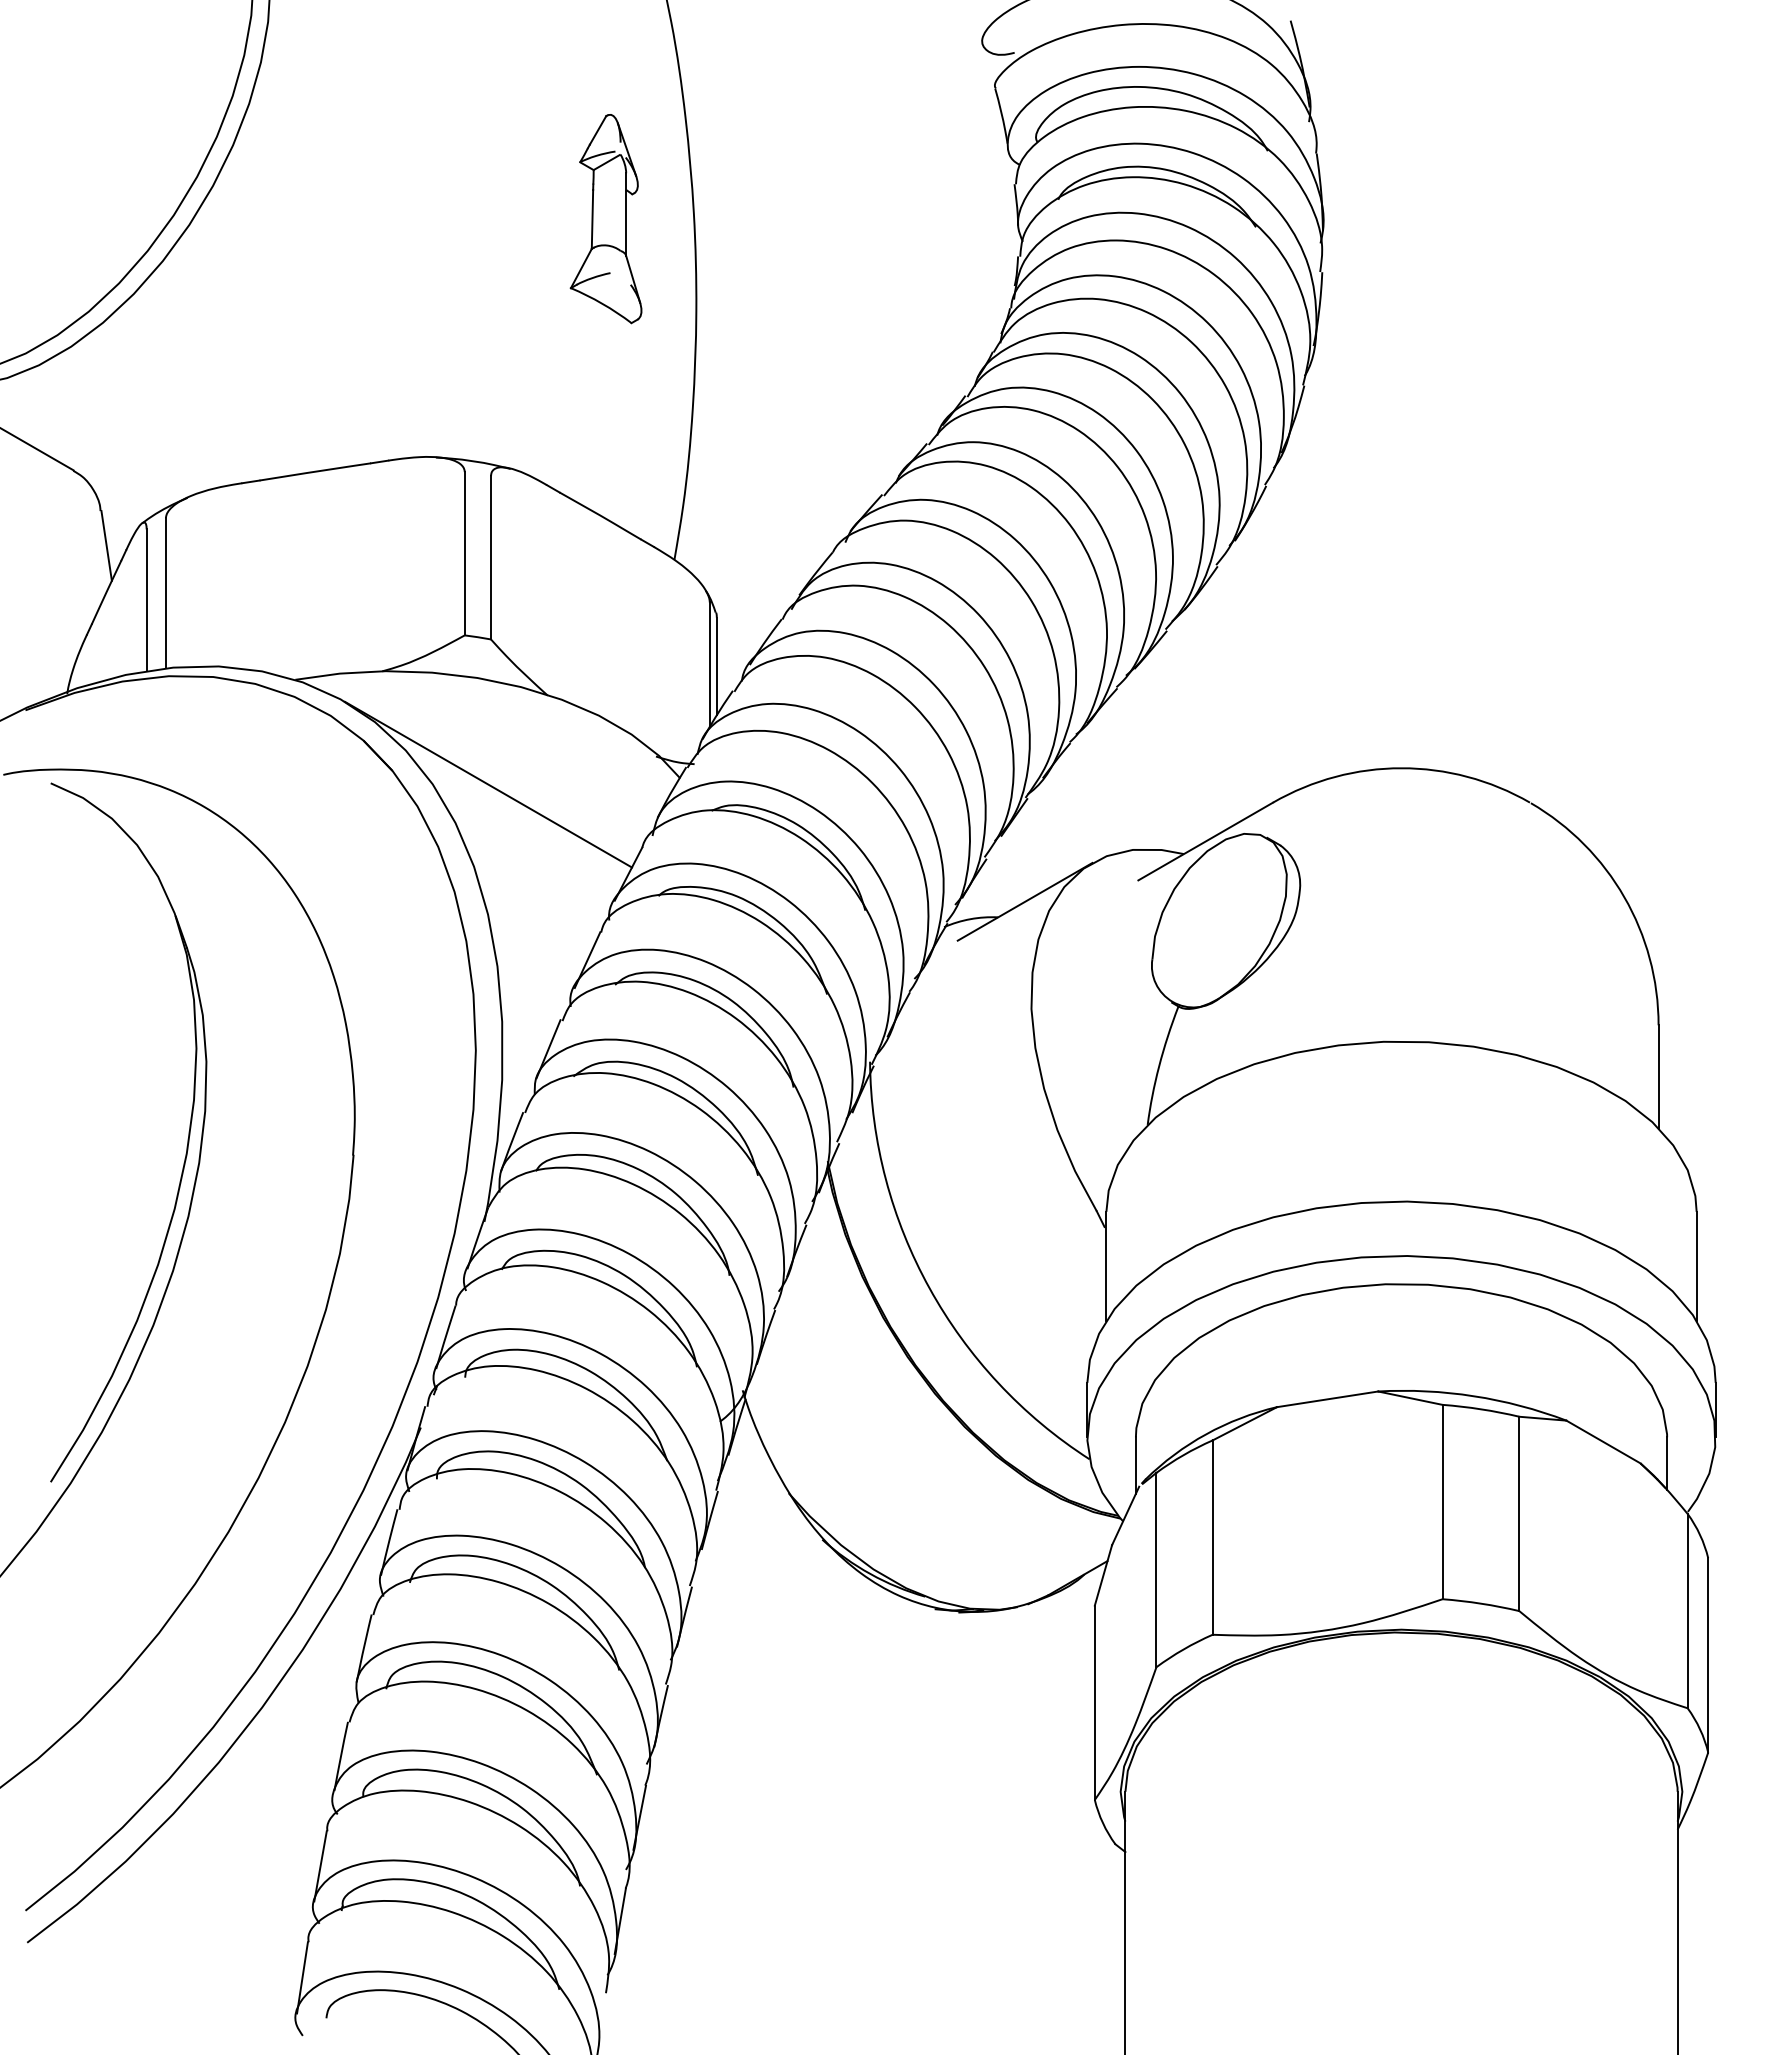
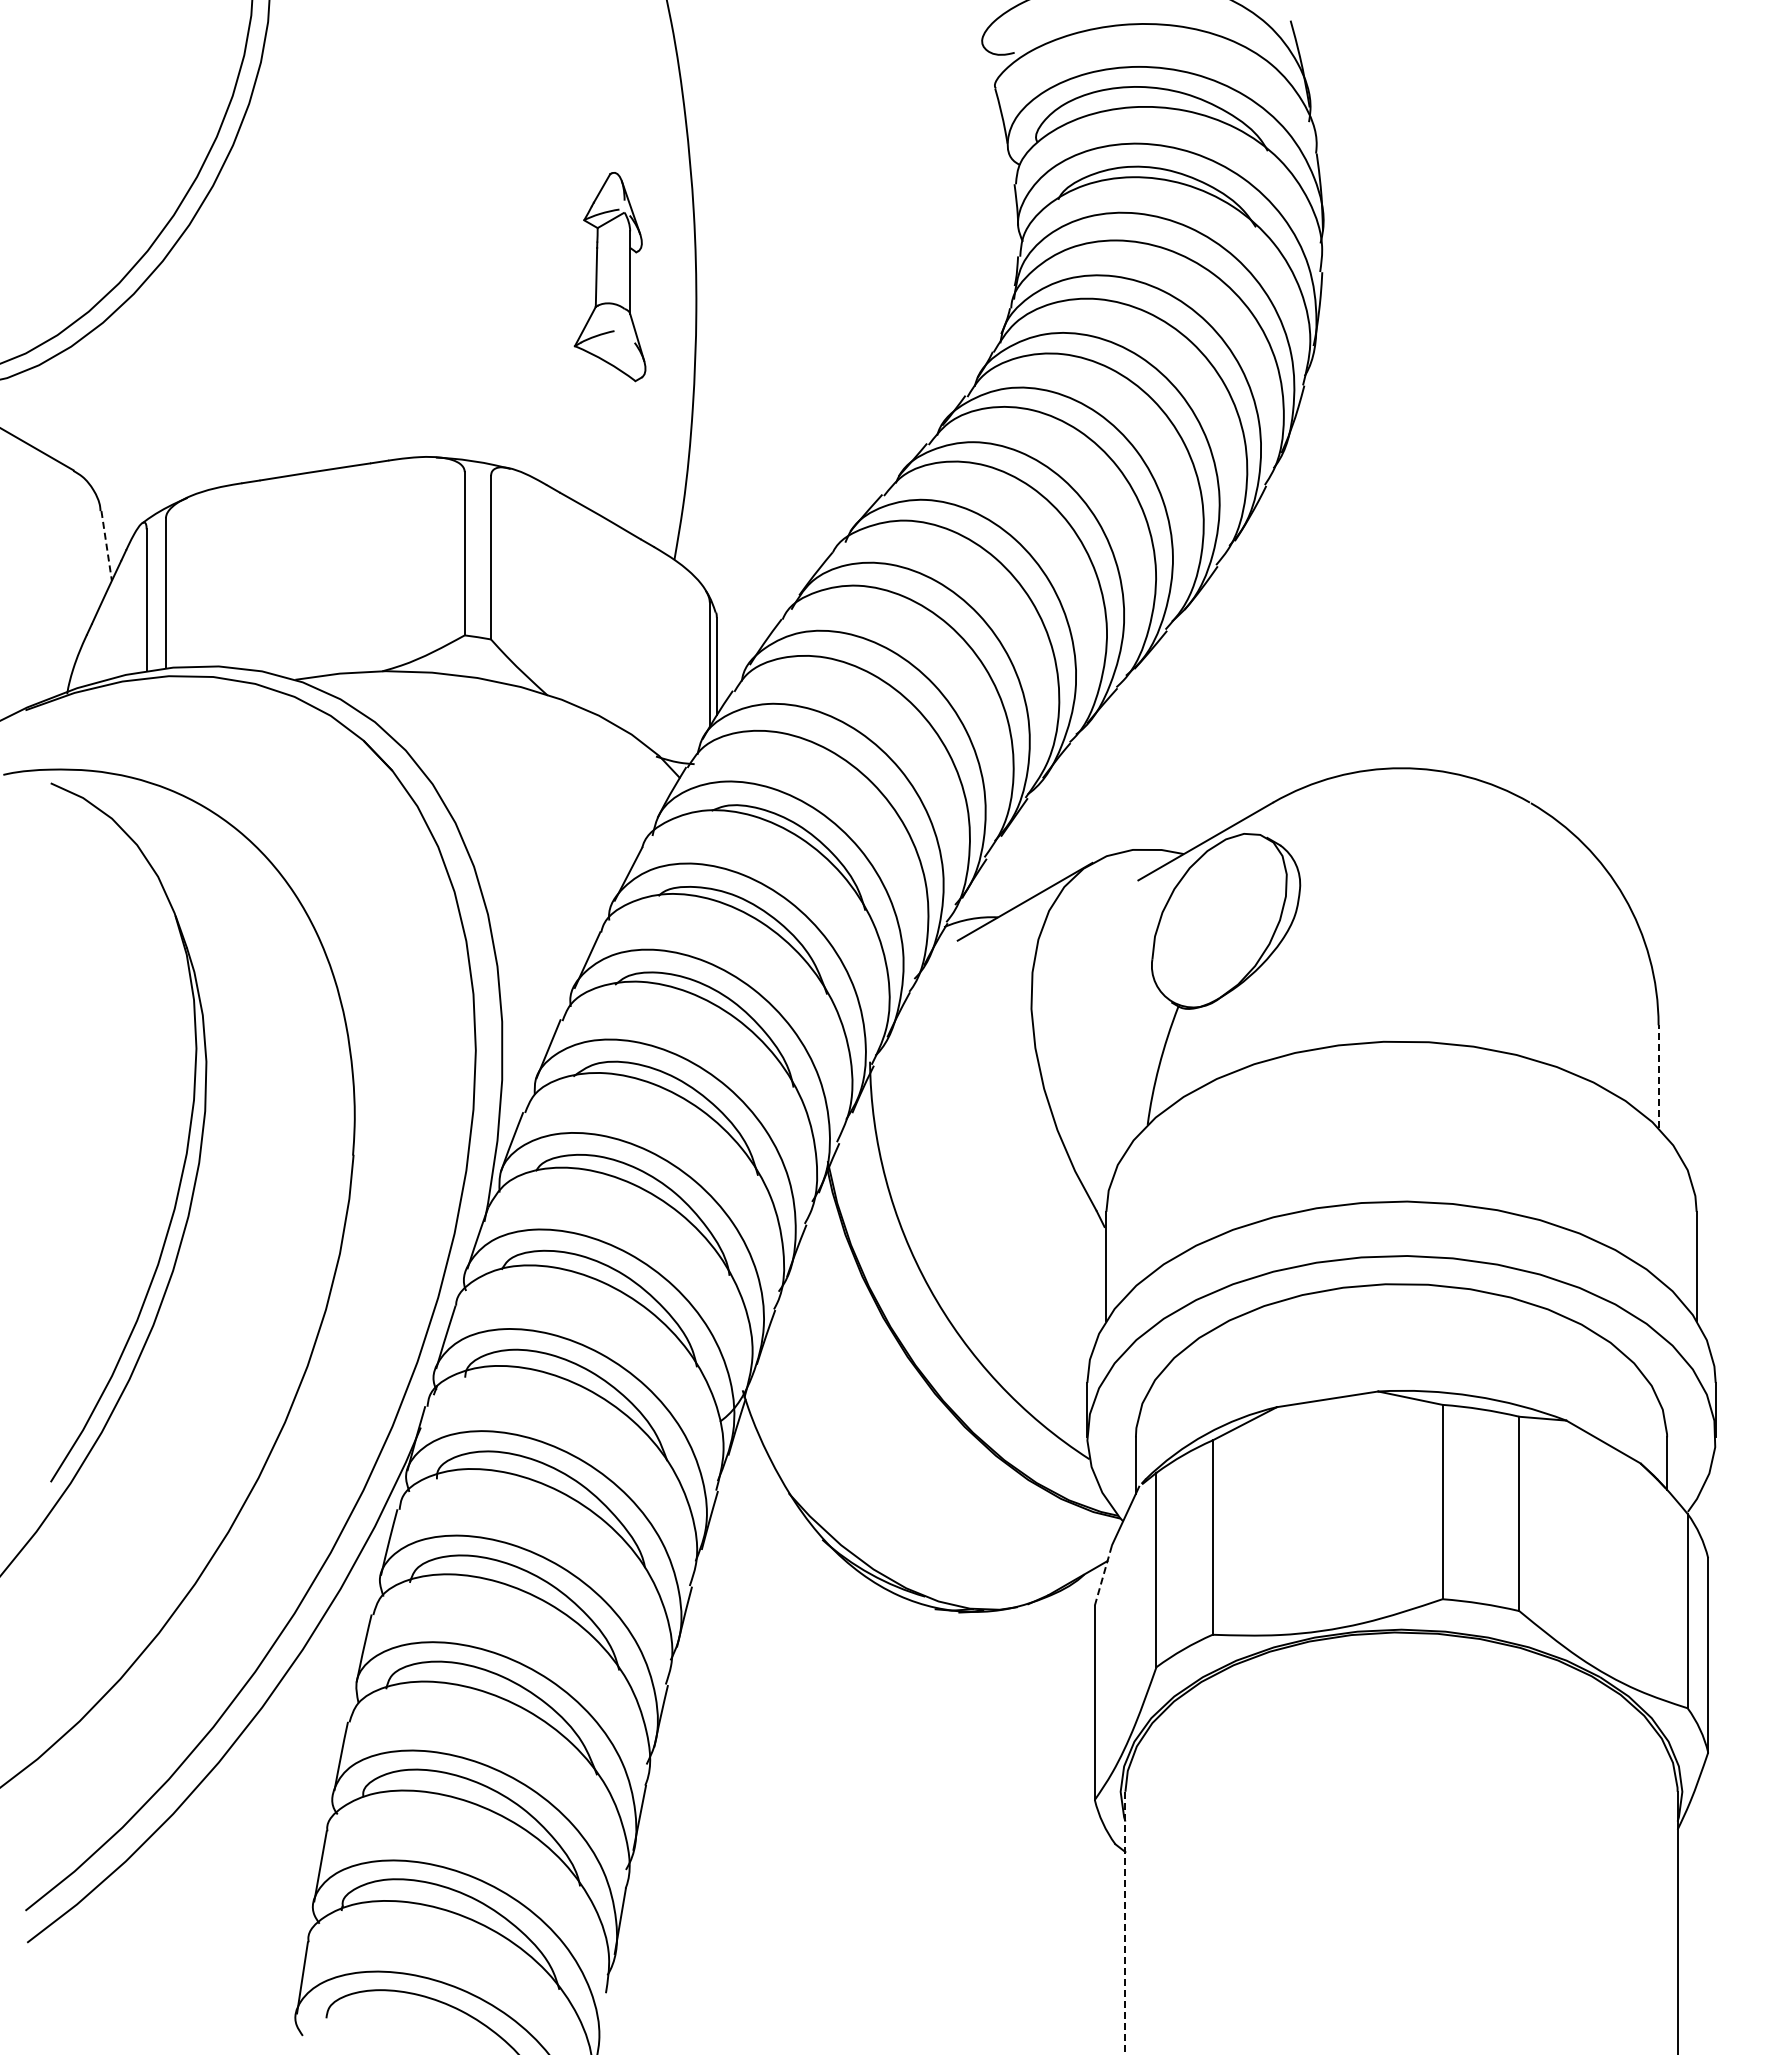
part at (605, 219) position: (605, 219) -> (609, 277)
line at (106, 546): solid -> dashed
line at (488, 784): present -> none
line at (1658, 1076): solid -> dashed
line at (1103, 1574): solid -> dashed
line at (1125, 1923): solid -> dashed
